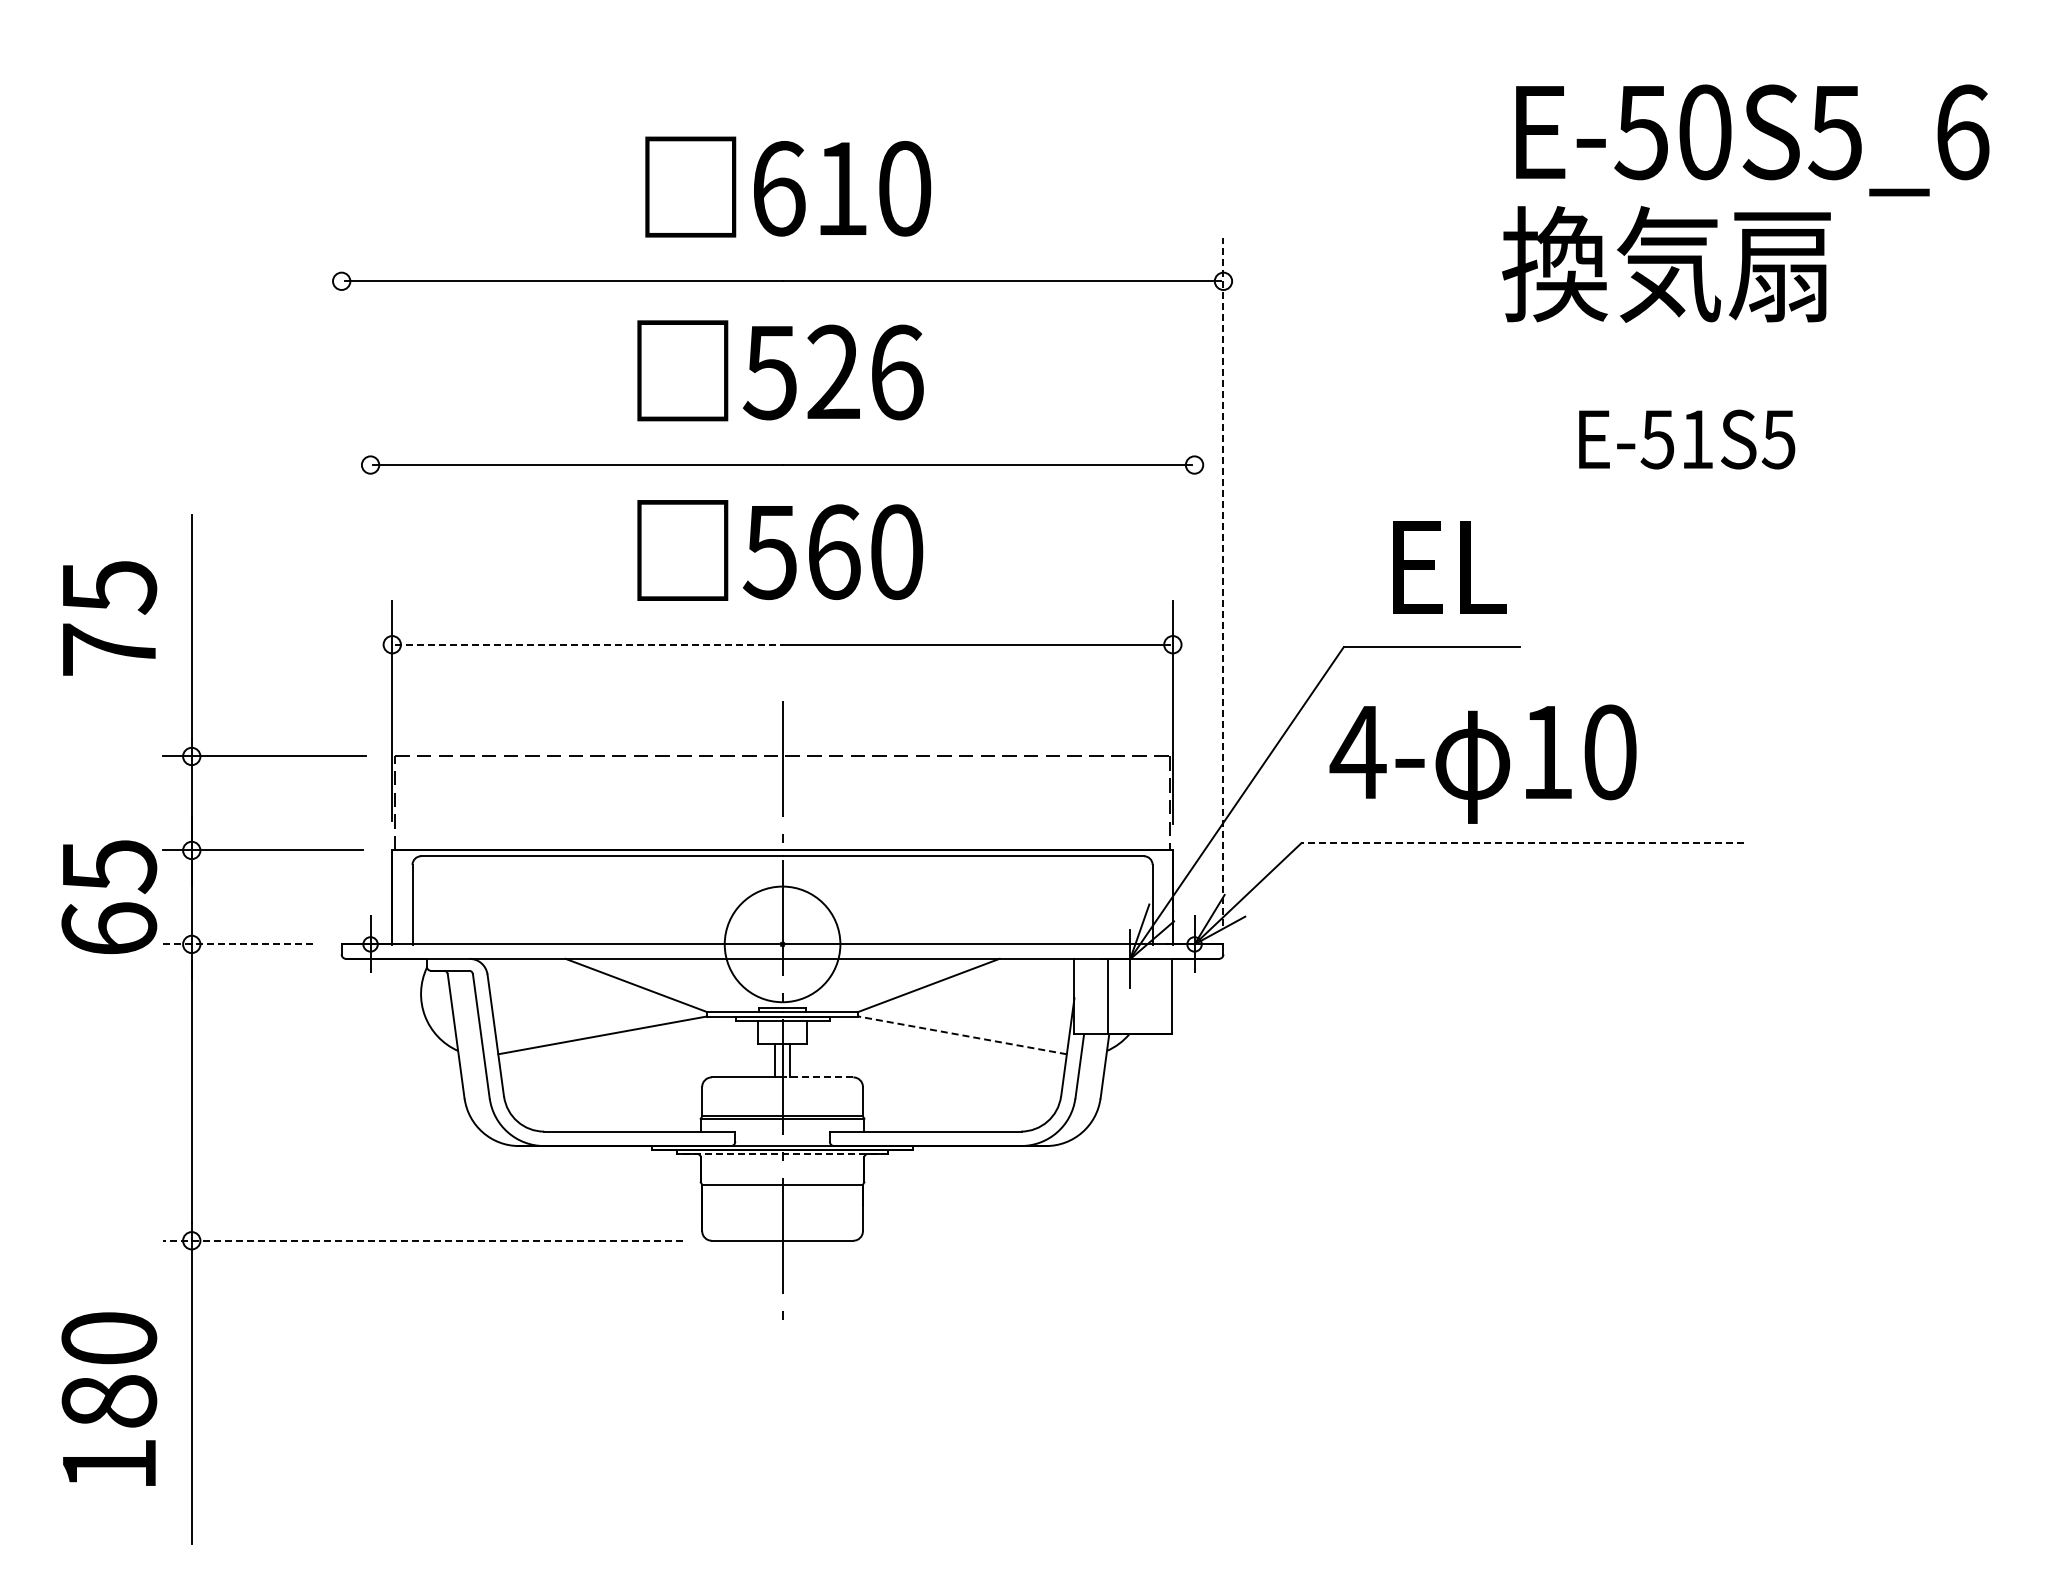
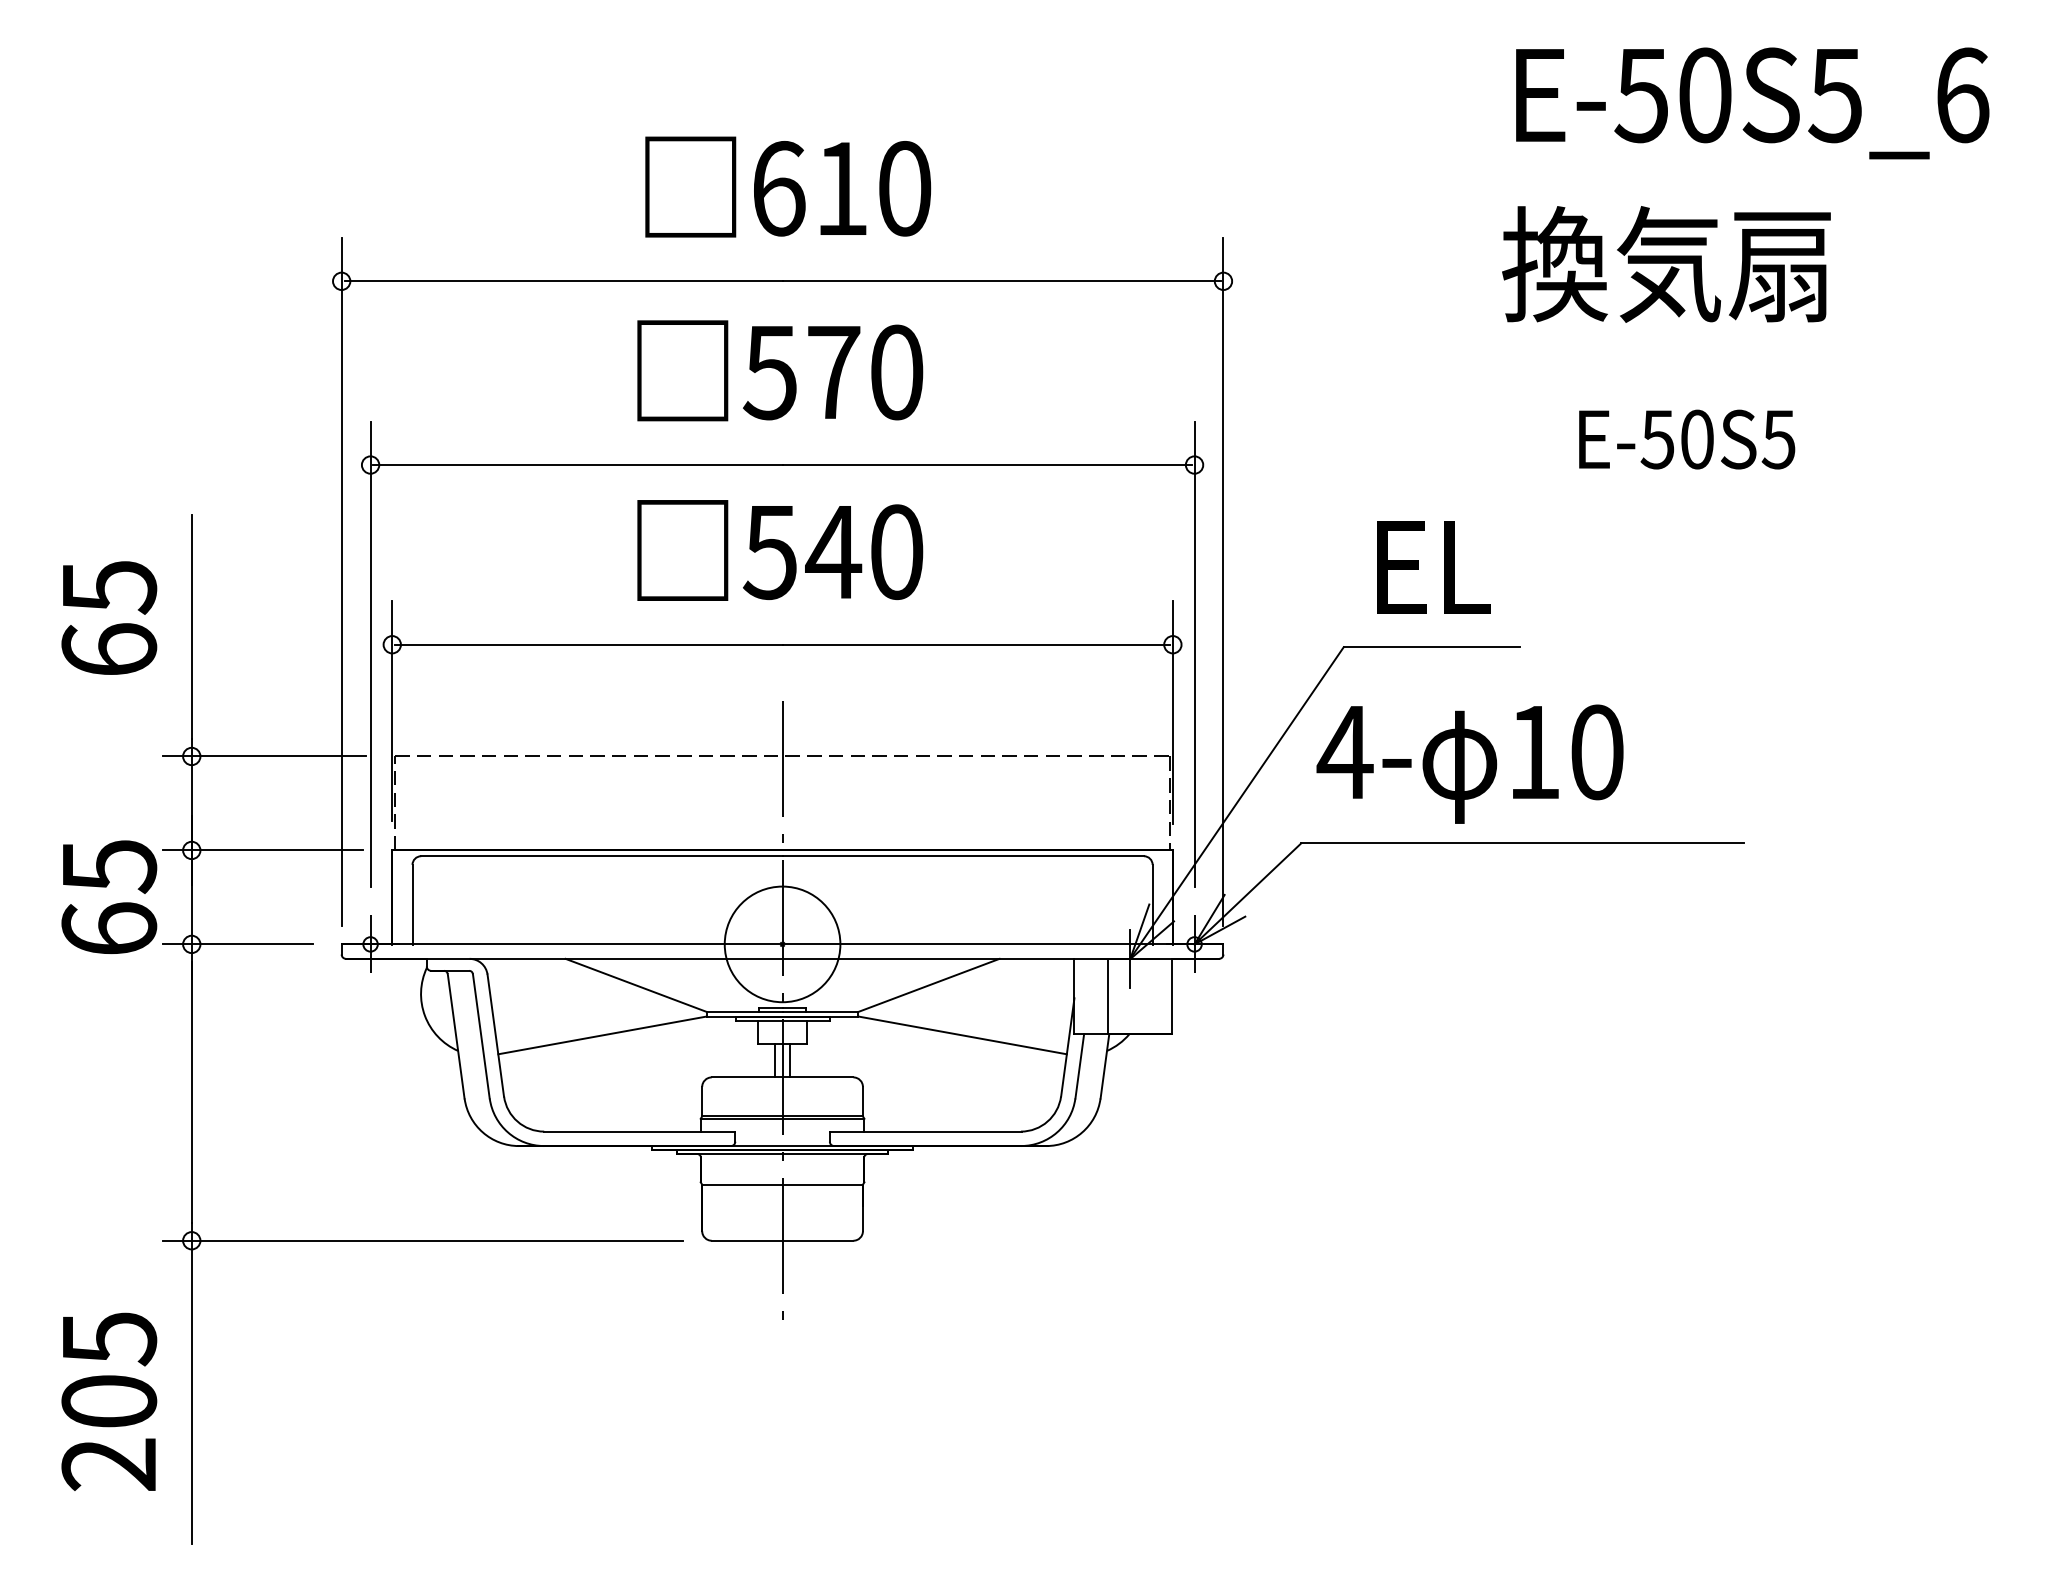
text at (1752, 140) position: (1752, 140) -> (1752, 103)
text at (865, 372): 526 -> 570
text at (1697, 439): E-51S5 -> E-50S5
text at (833, 552): 560 -> 540
text at (1449, 567) position: (1449, 567) -> (1433, 567)
line at (341, 581): none -> present
line at (1223, 581): dashed -> solid
line at (588, 644): dashed -> solid
text at (109, 649): 75 -> 65
line at (370, 653): none -> present
line at (1194, 653): none -> present
text at (1482, 763) position: (1482, 763) -> (1469, 763)
line at (1522, 843): dashed -> solid
line at (237, 944): dashed -> solid
line at (962, 1035): dashed -> solid
line at (817, 1077): dashed -> solid
line at (782, 1154): dashed -> solid
line at (422, 1240): dashed -> solid
text at (109, 1401): 180 -> 205
